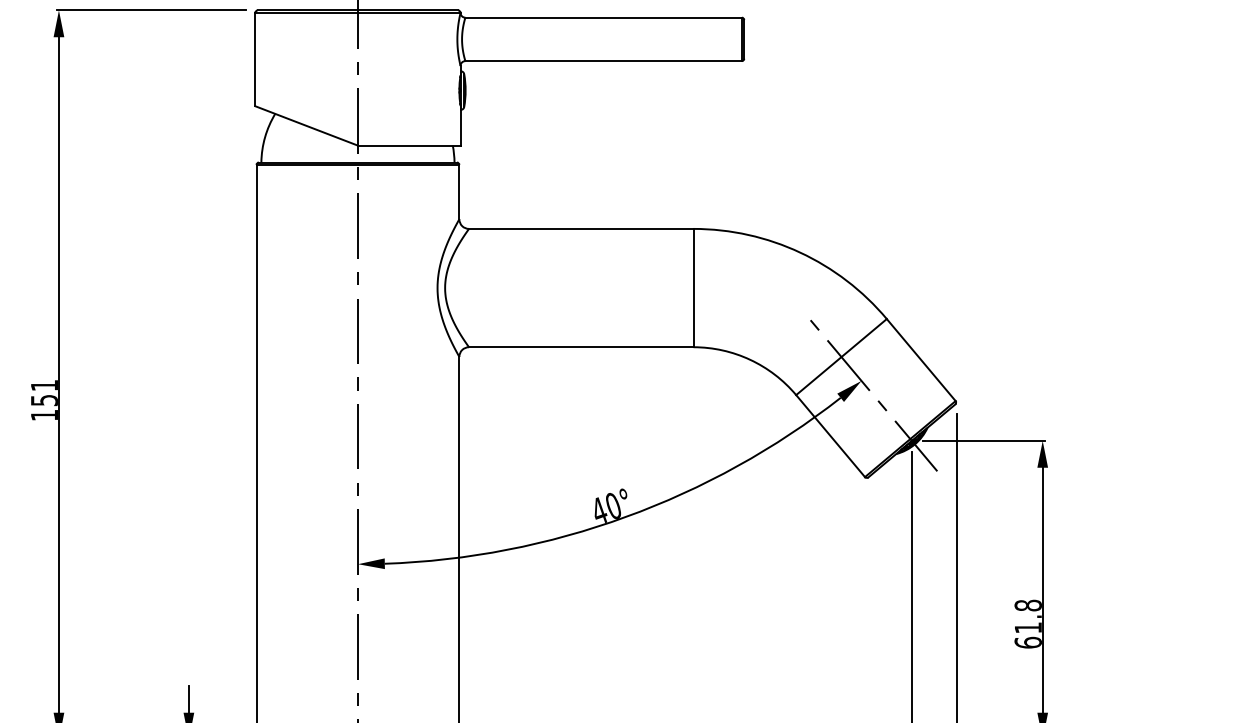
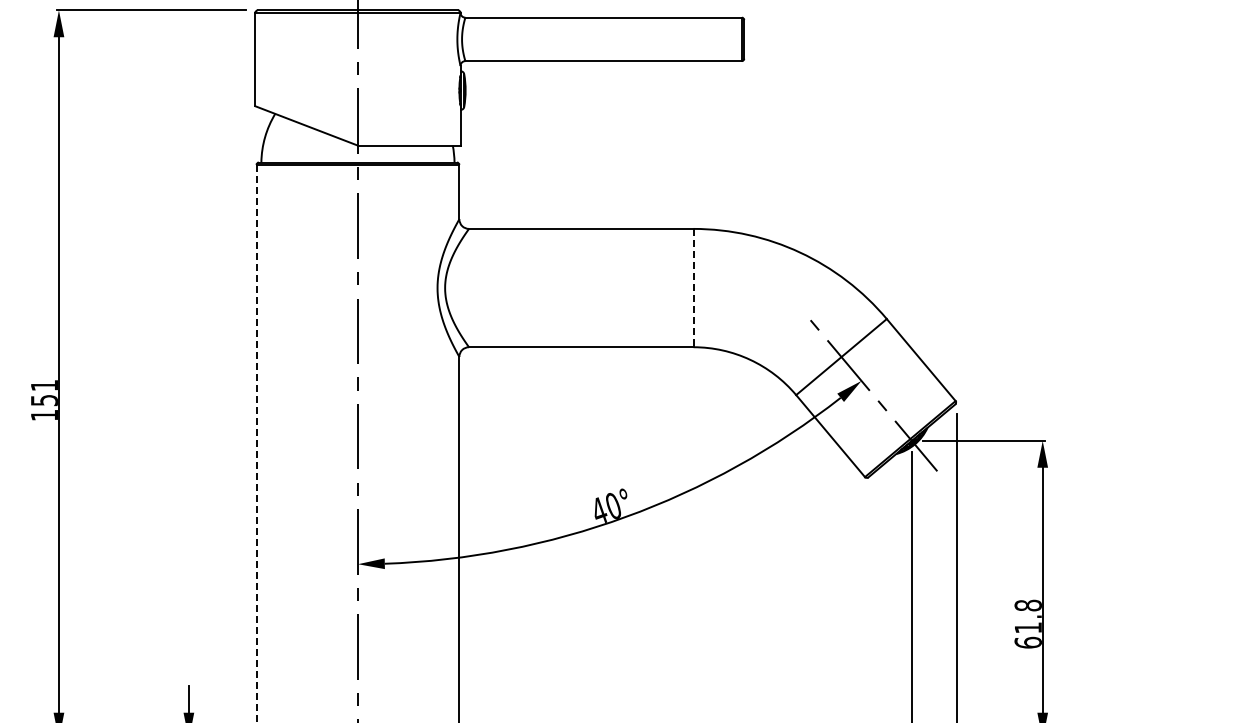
line at (693, 288): solid -> dashed
line at (256, 443): solid -> dashed
